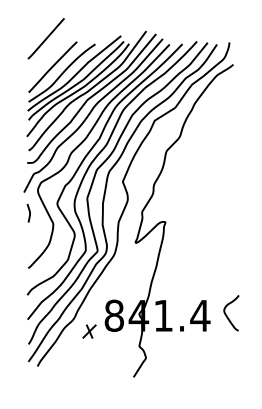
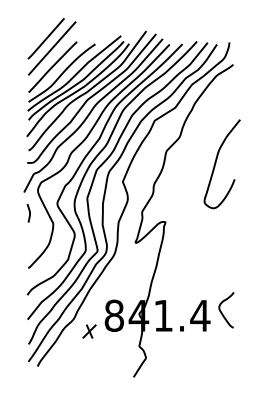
line at (52, 48): none -> present
curve at (216, 163): none -> present
curve at (227, 315) position: (227, 315) -> (222, 312)
